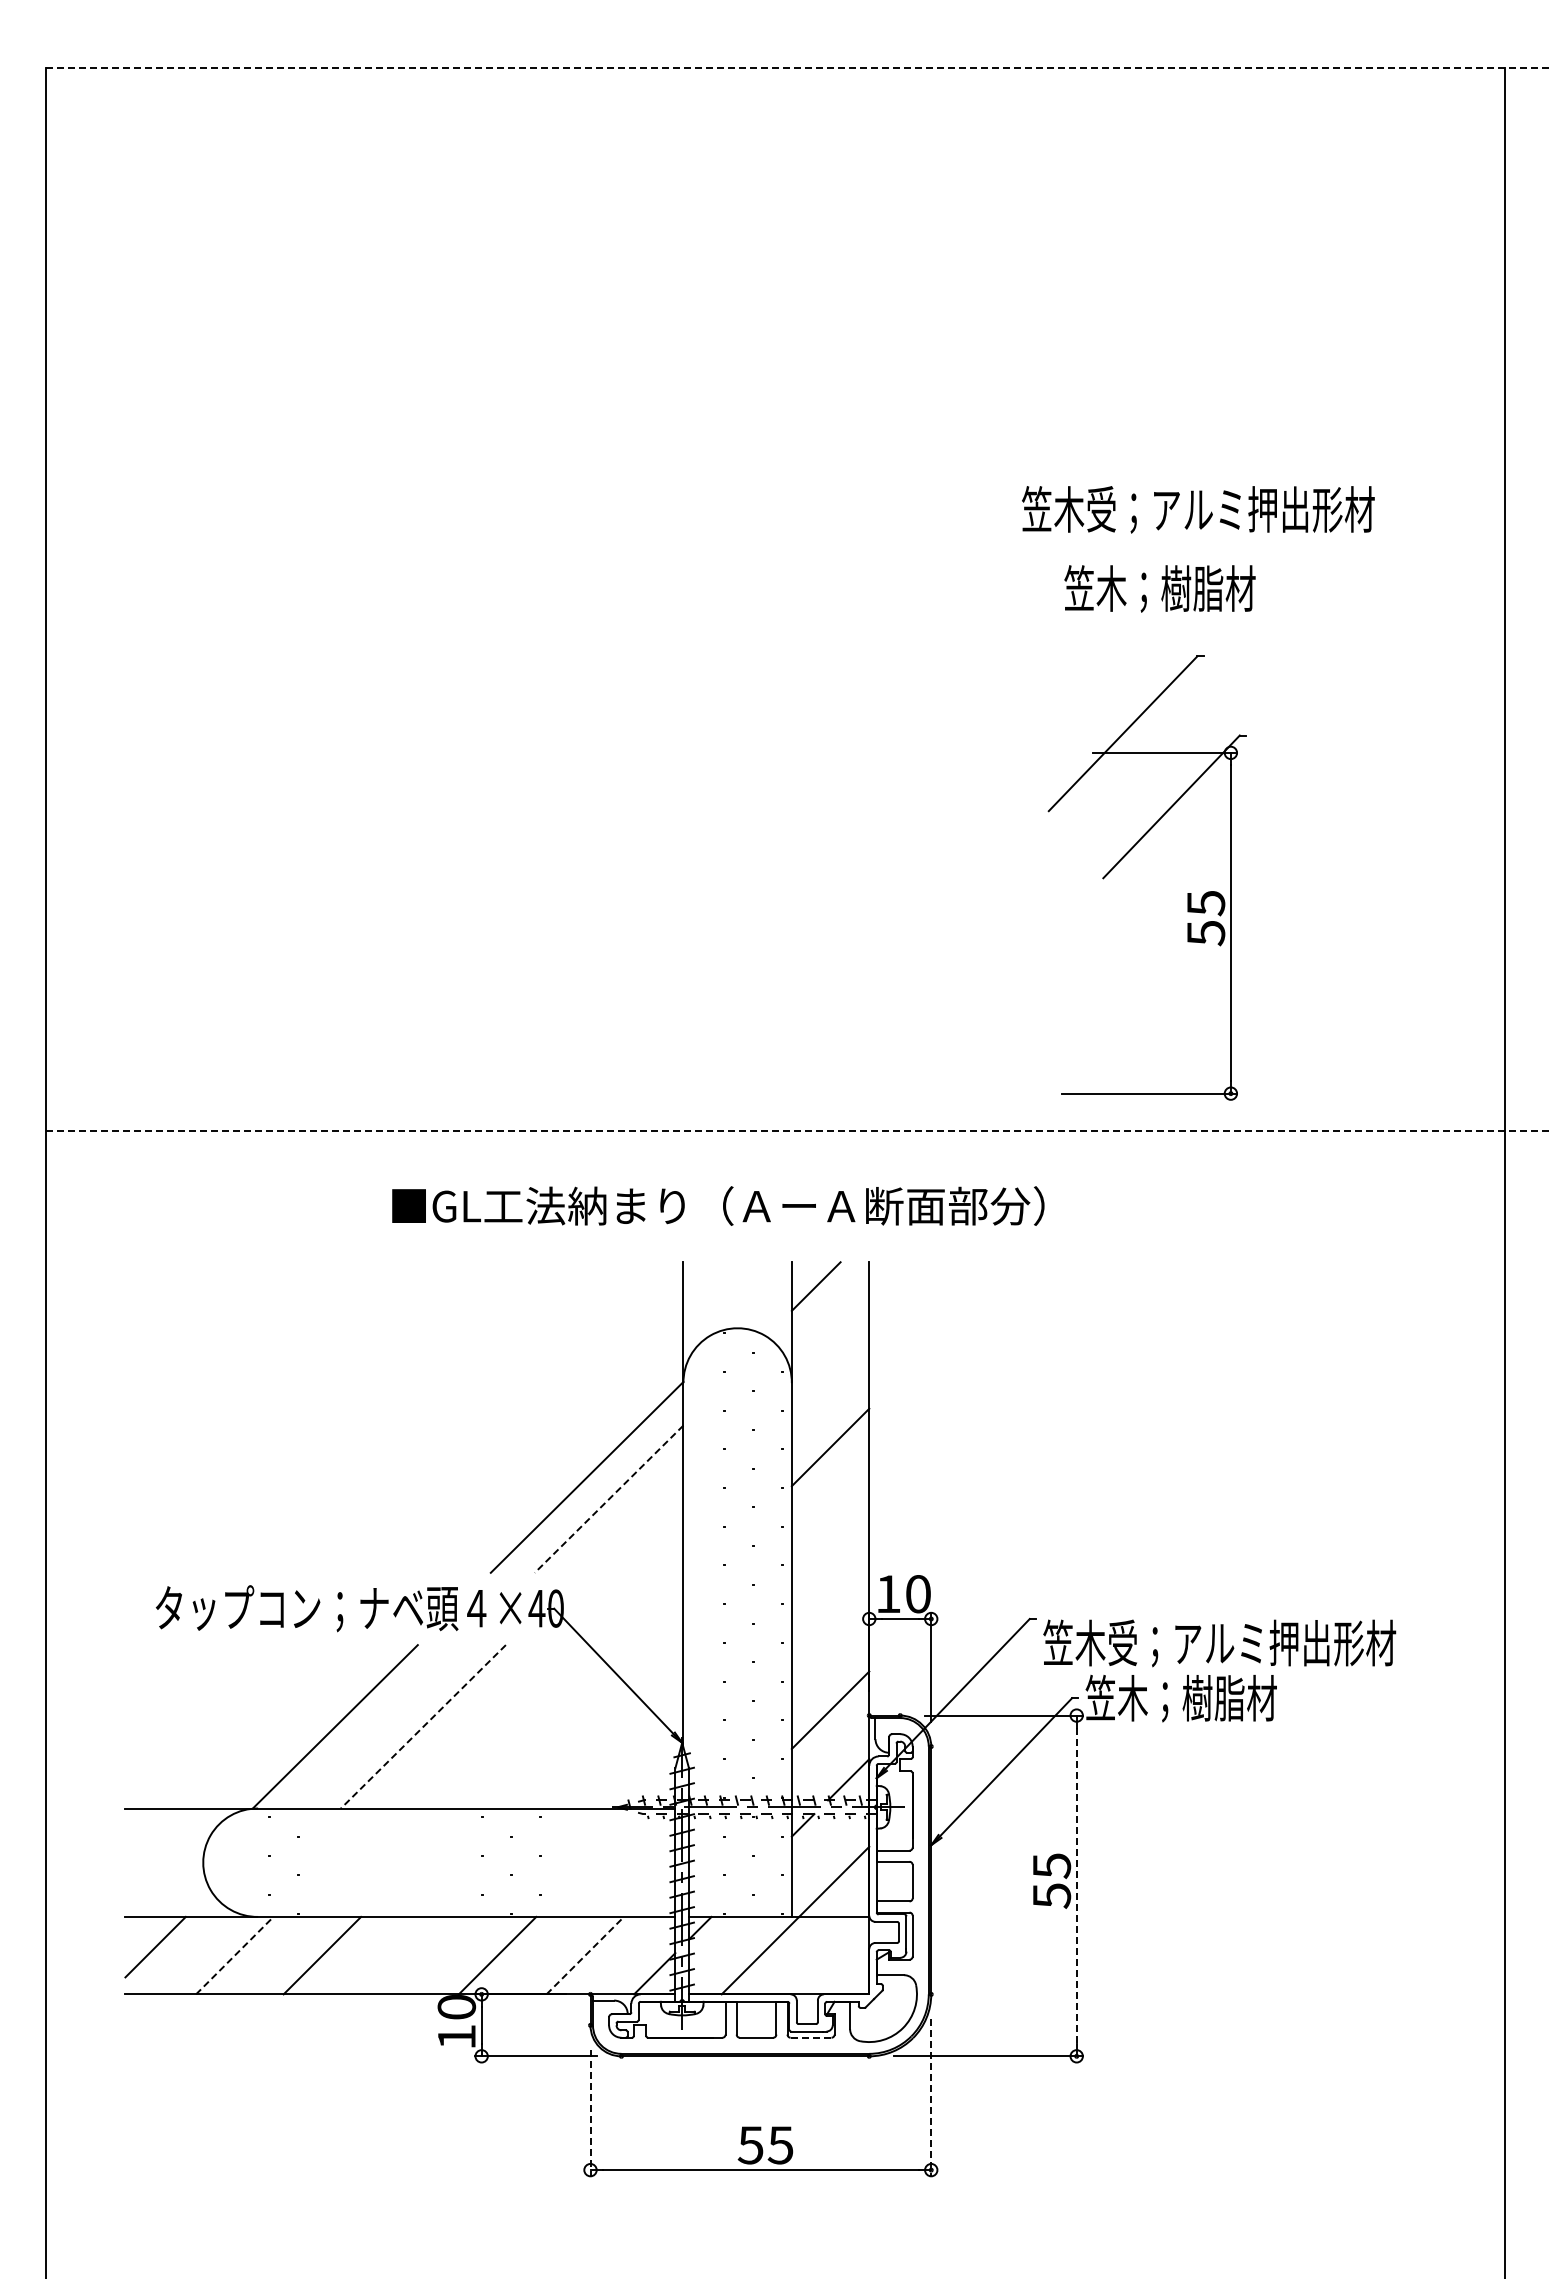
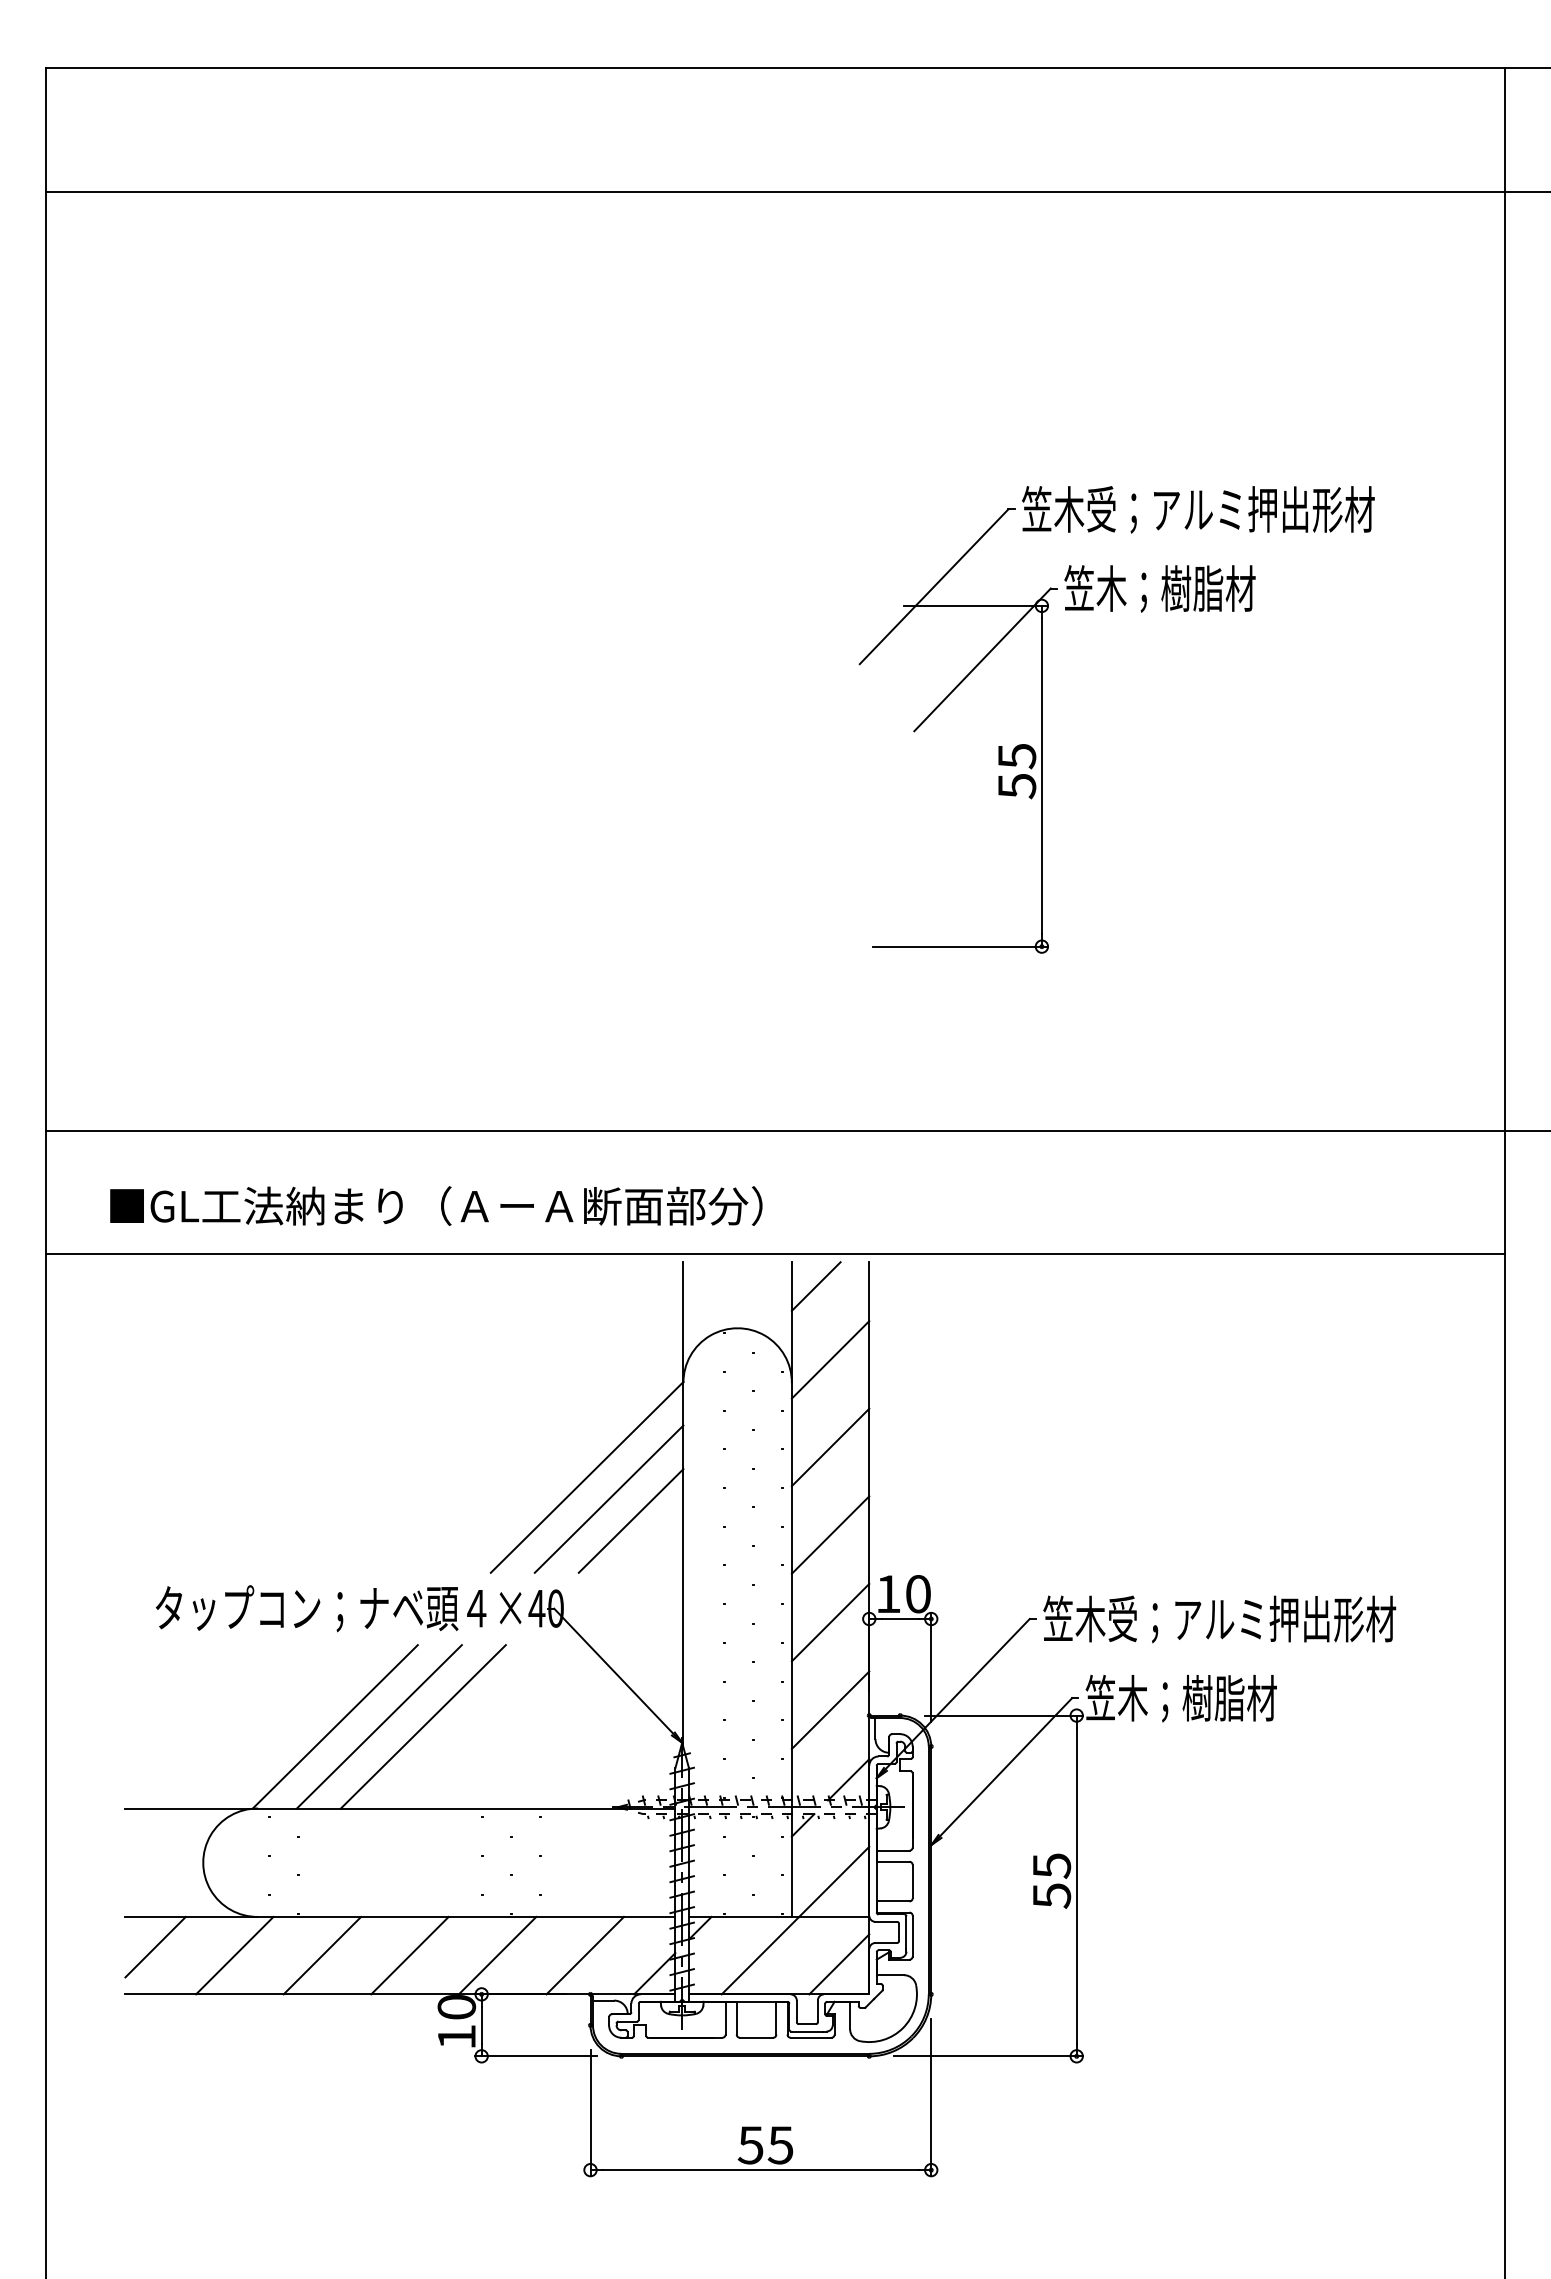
line at (798, 68): dashed -> solid
line at (796, 192): none -> present
part at (1125, 856) position: (1125, 856) -> (936, 709)
line at (798, 1130): dashed -> solid
text at (718, 1205) position: (718, 1205) -> (436, 1205)
line at (775, 1254): none -> present
line at (830, 1359): none -> present
line at (609, 1499): dashed -> solid
line at (630, 1520): none -> present
line at (830, 1534): none -> present
line at (830, 1622): none -> present
text at (1219, 1643) position: (1219, 1643) -> (1219, 1619)
line at (378, 1726): none -> present
line at (423, 1727): dashed -> solid
line at (1076, 1885): dashed -> solid
line at (234, 1955): dashed -> solid
line at (409, 1955): none -> present
line at (585, 1955): dashed -> solid
line at (839, 1964): none -> present
line at (811, 2037): dashed -> solid
line at (931, 2097): dashed -> solid
line at (590, 2113): dashed -> solid
